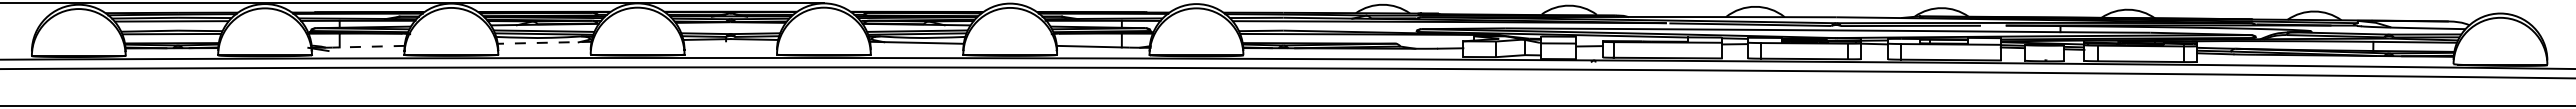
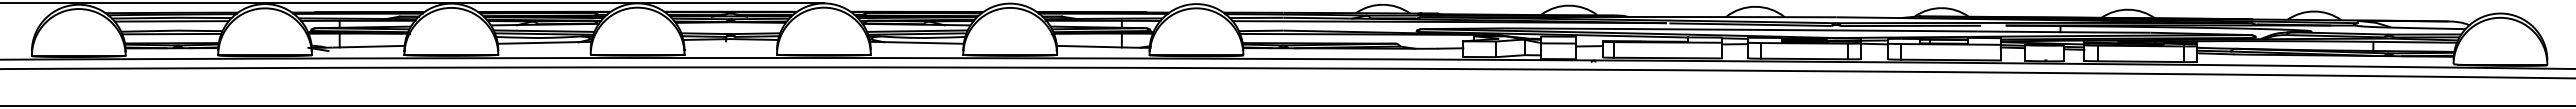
line at (544, 42): dashed -> solid
line at (369, 46): dashed -> solid
